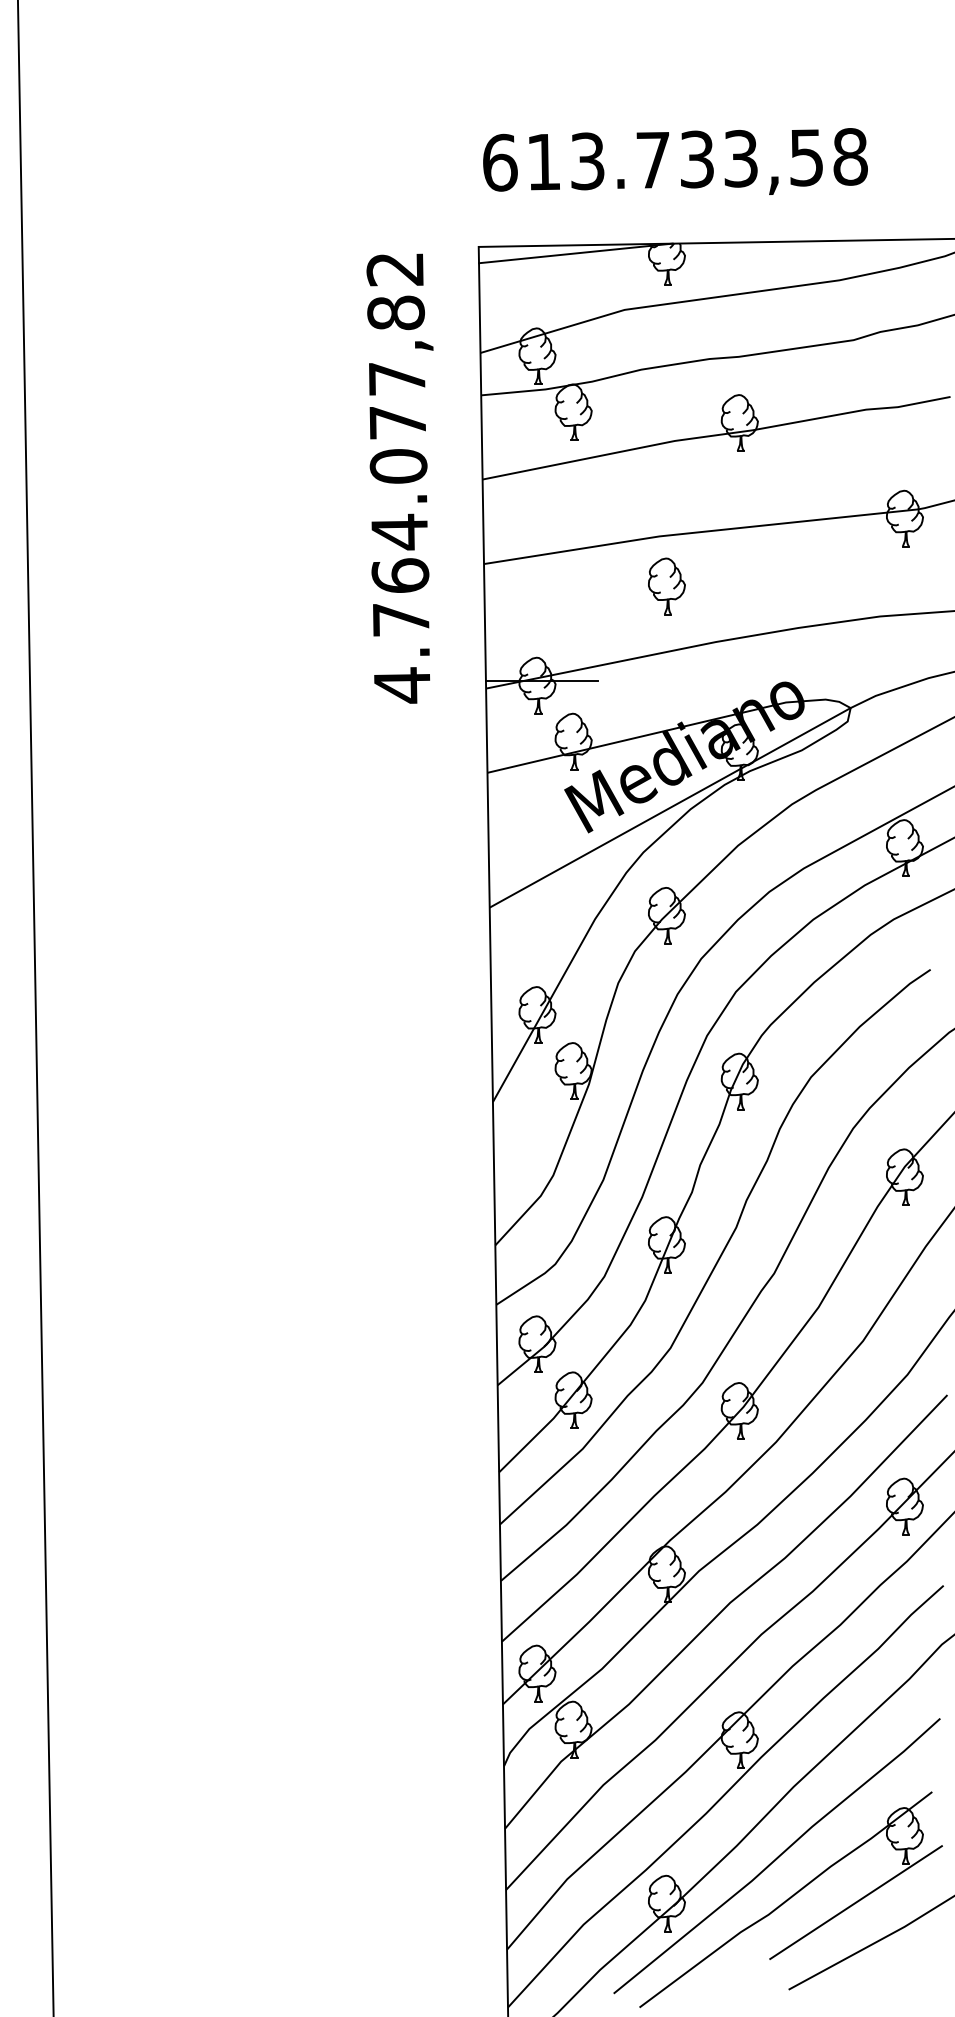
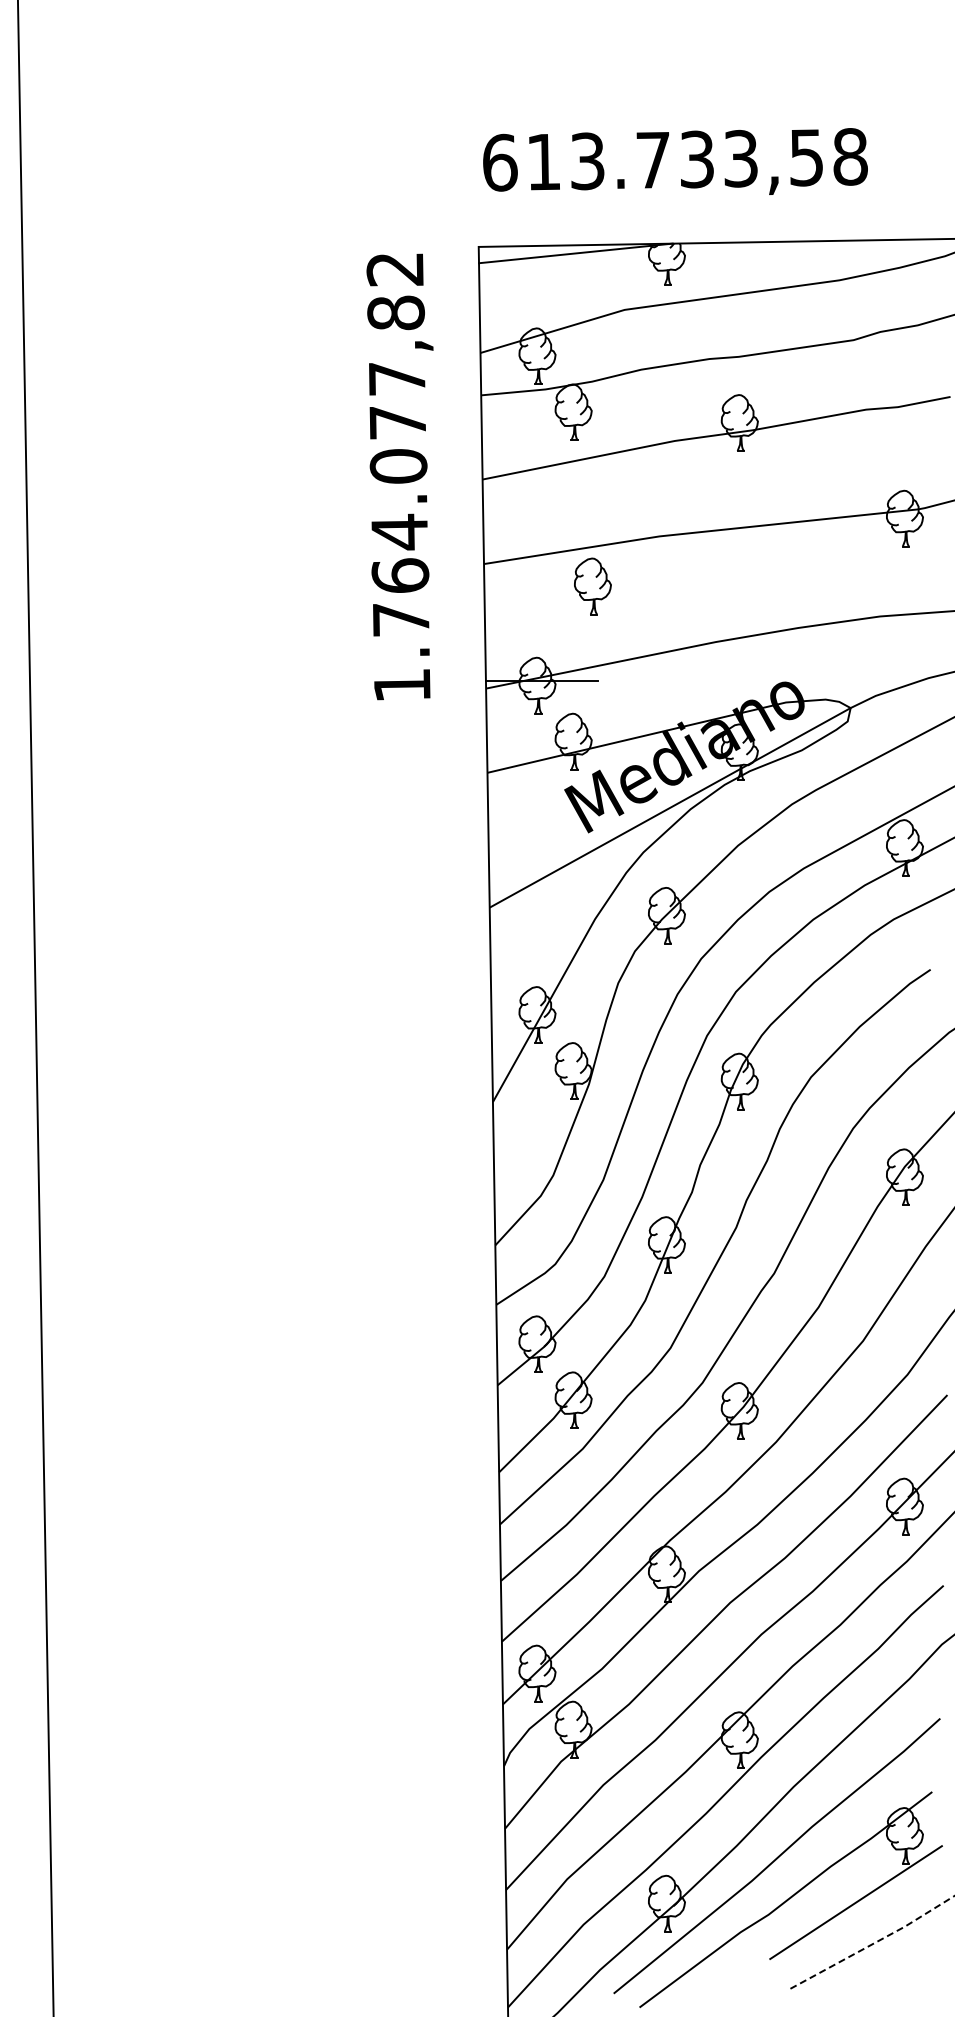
part at (666, 586) position: (666, 586) -> (592, 586)
text at (402, 685): 4.764.077,82 -> 1.764.077,82
line at (872, 1944): solid -> dashed
